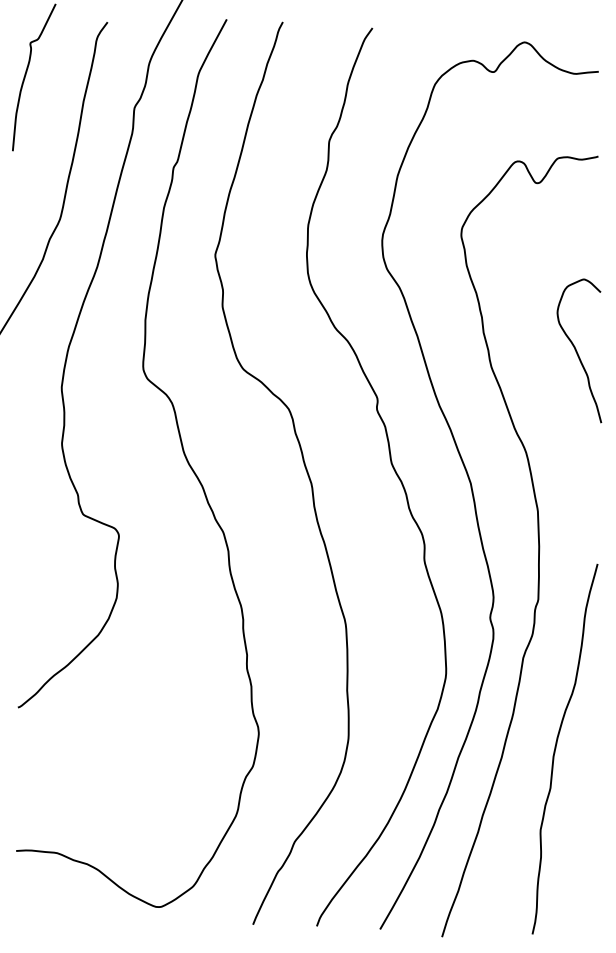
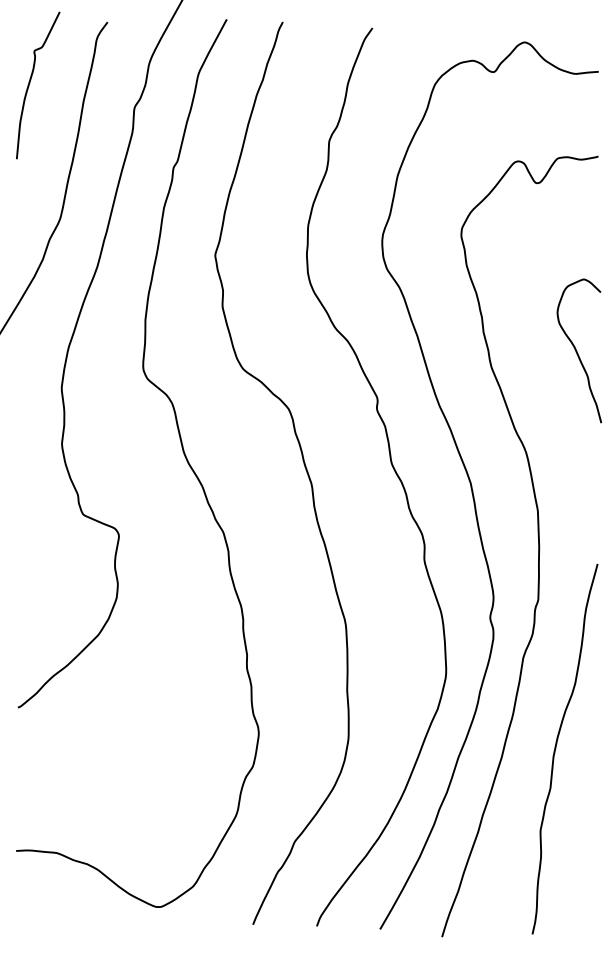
curve at (26, 75) position: (26, 75) -> (30, 83)
